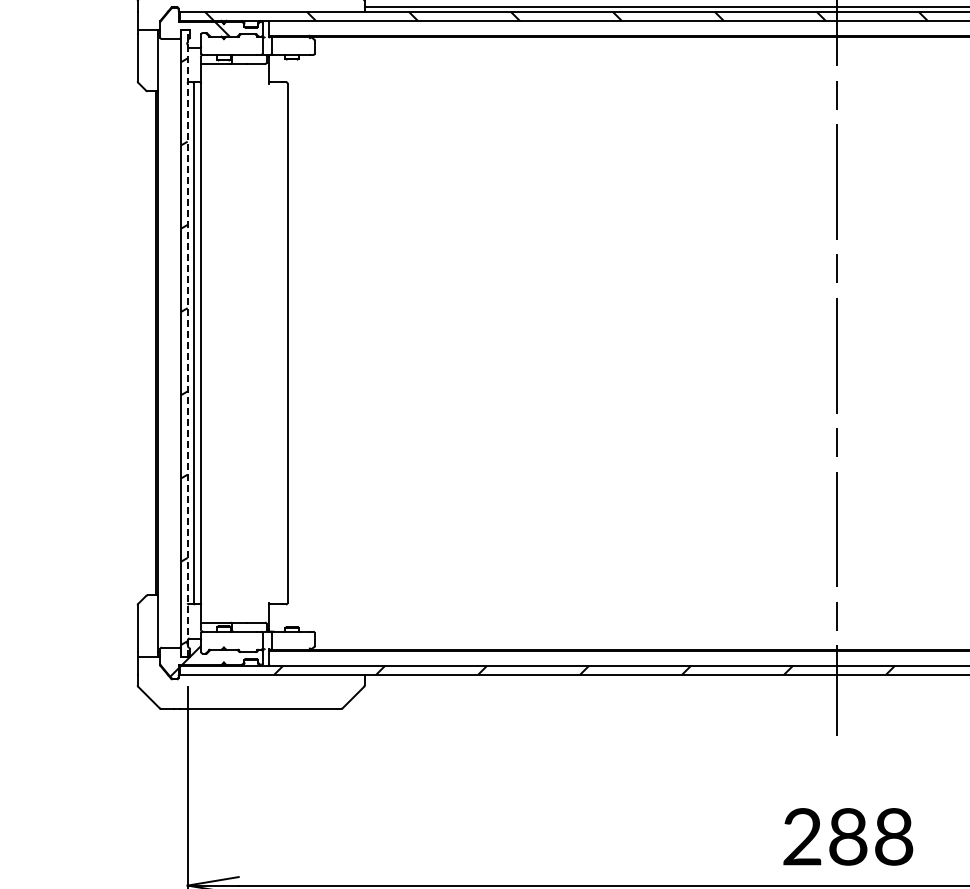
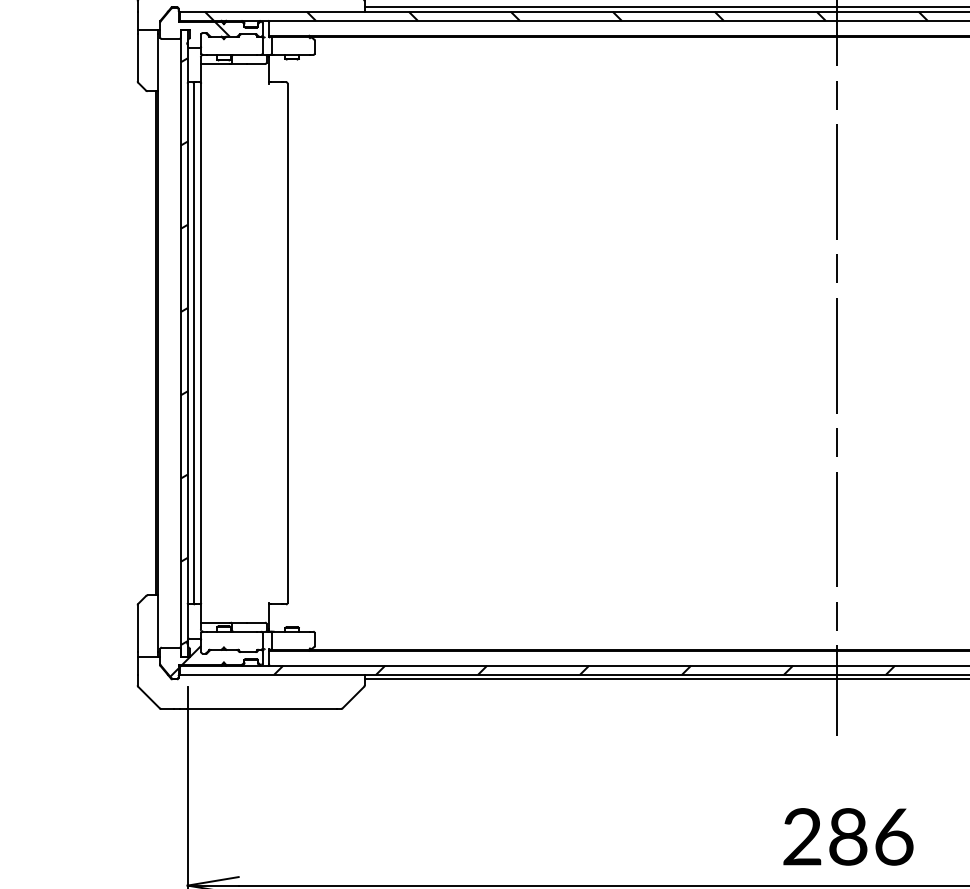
line at (187, 342): dashed -> solid
line at (665, 679): none -> present
text at (894, 836): 288 -> 286
